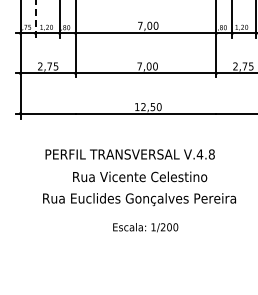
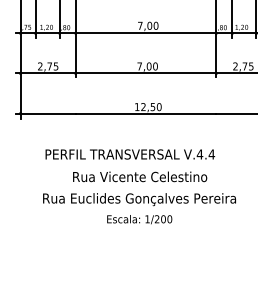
line at (35, 18): dashed -> solid
text at (211, 154): V.4.8 -> V.4.4
text at (145, 227) position: (145, 227) -> (139, 219)
